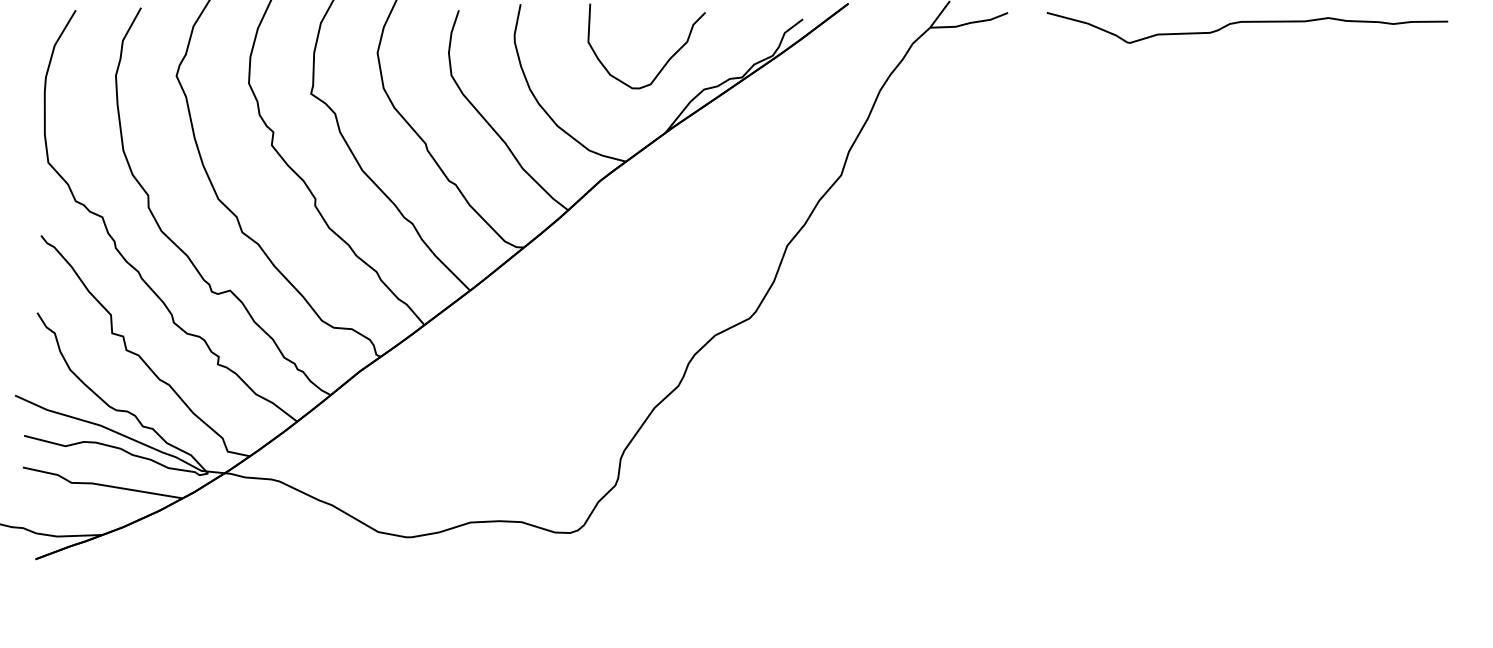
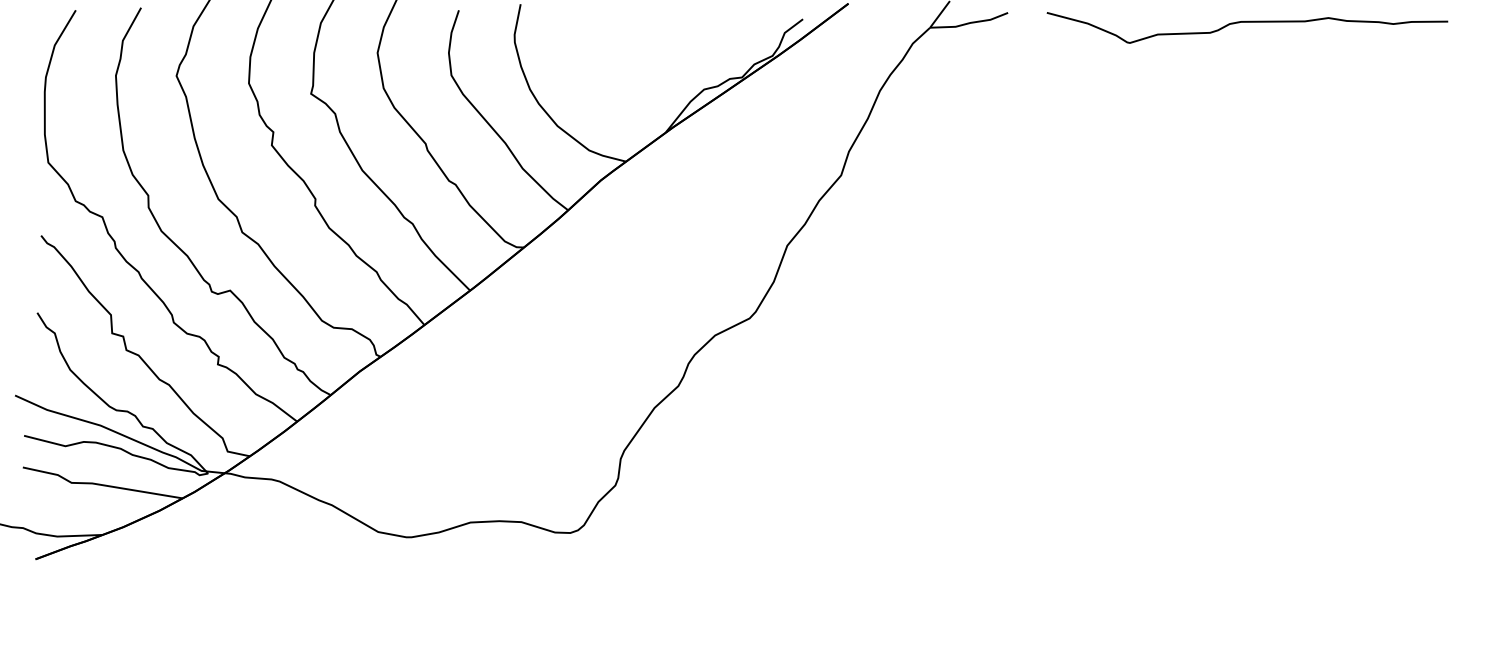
curve at (666, 61): present -> none
